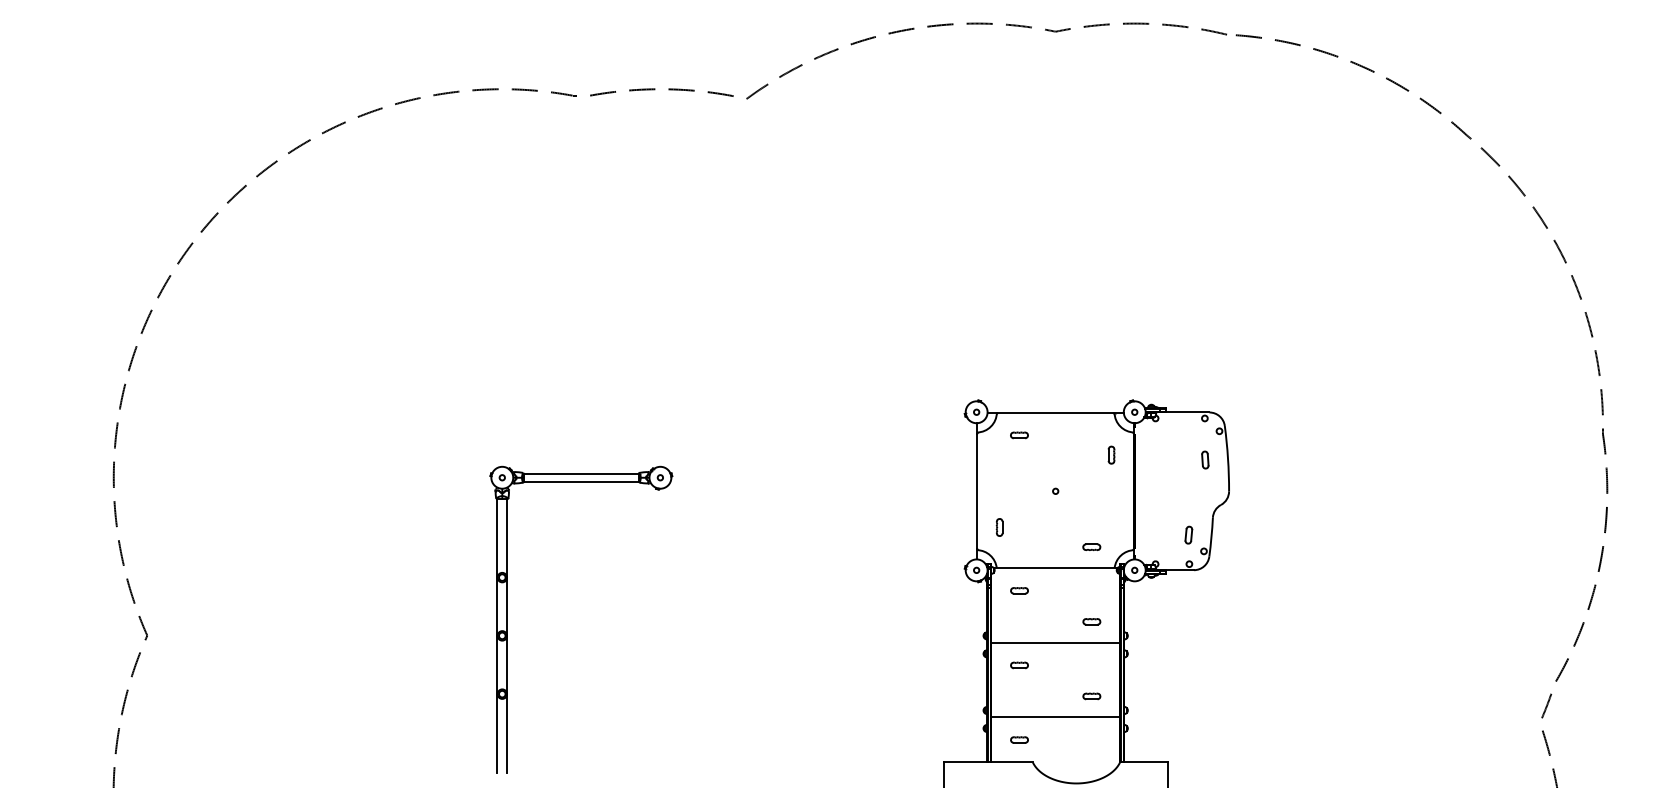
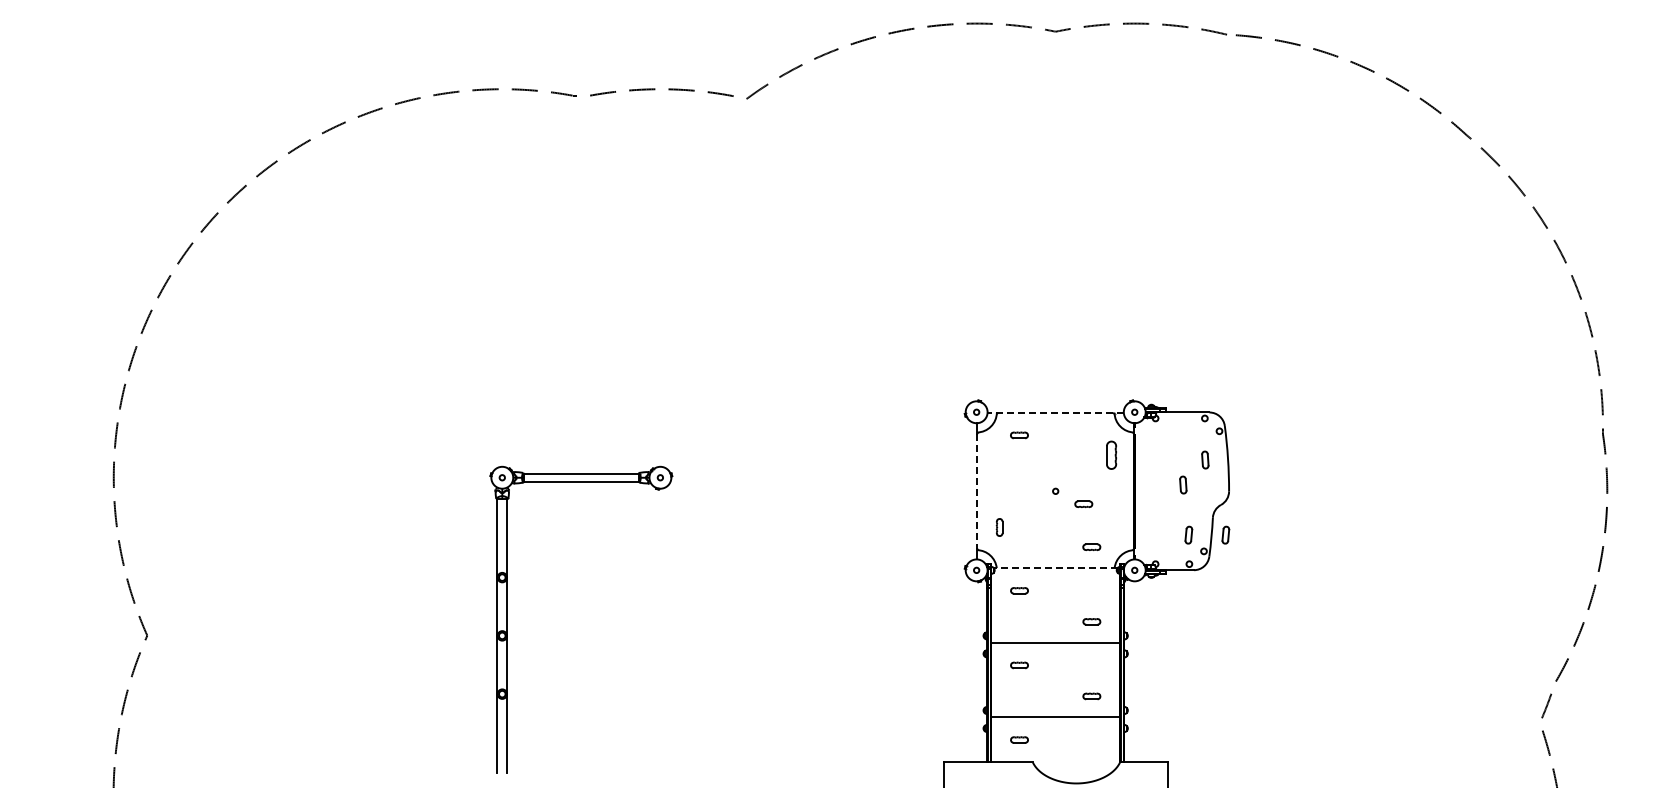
line at (1055, 412): solid -> dashed
part at (1111, 454) size: 9x20 px -> 12x30 px
part at (1183, 484): none -> present
line at (976, 491): solid -> dashed
part at (1083, 503): none -> present
part at (1225, 534): none -> present
line at (1055, 568): solid -> dashed
